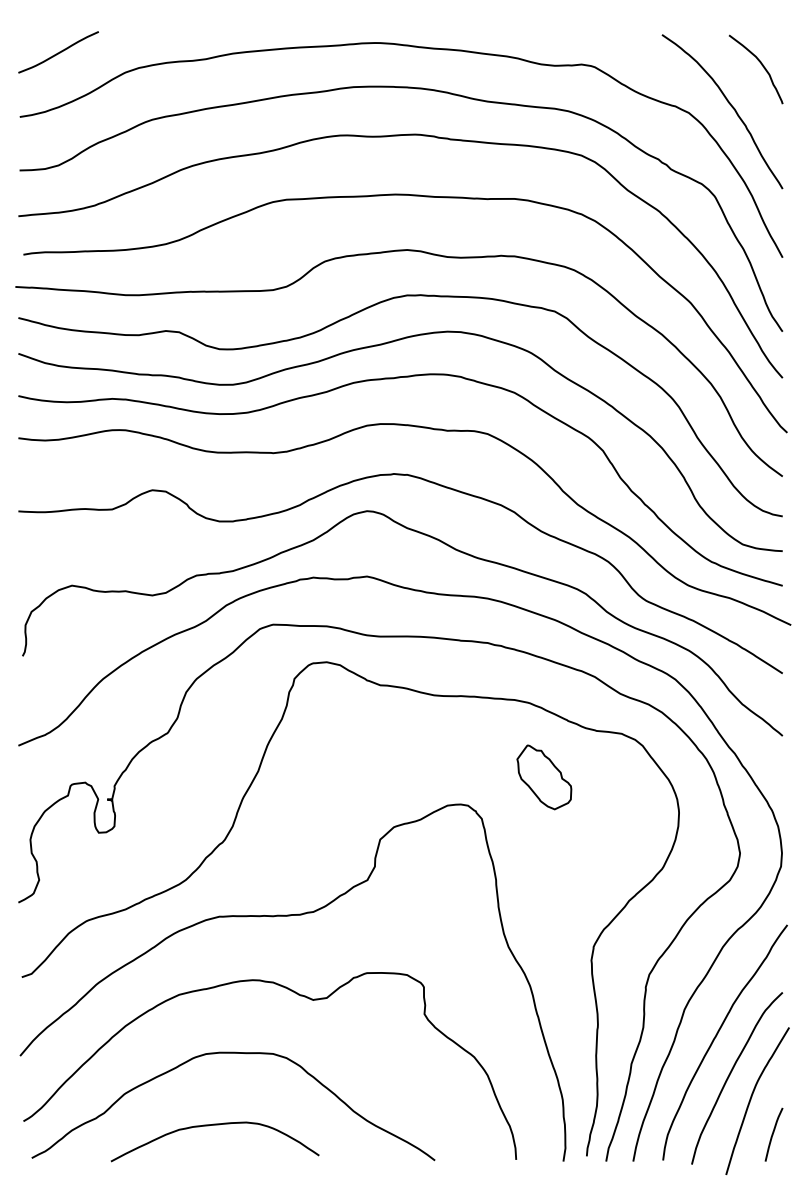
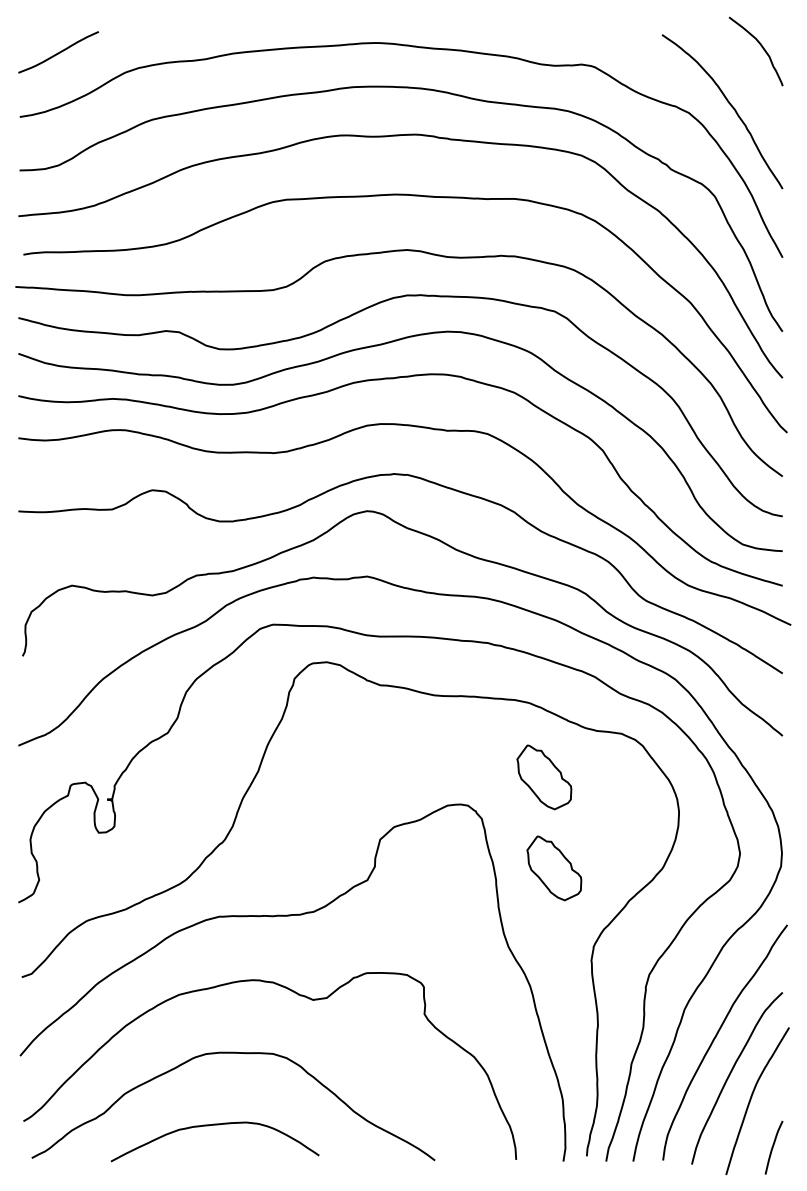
curve at (761, 65) position: (761, 65) -> (761, 47)
part at (554, 868): none -> present
curve at (773, 1134) position: (773, 1134) -> (773, 1147)
